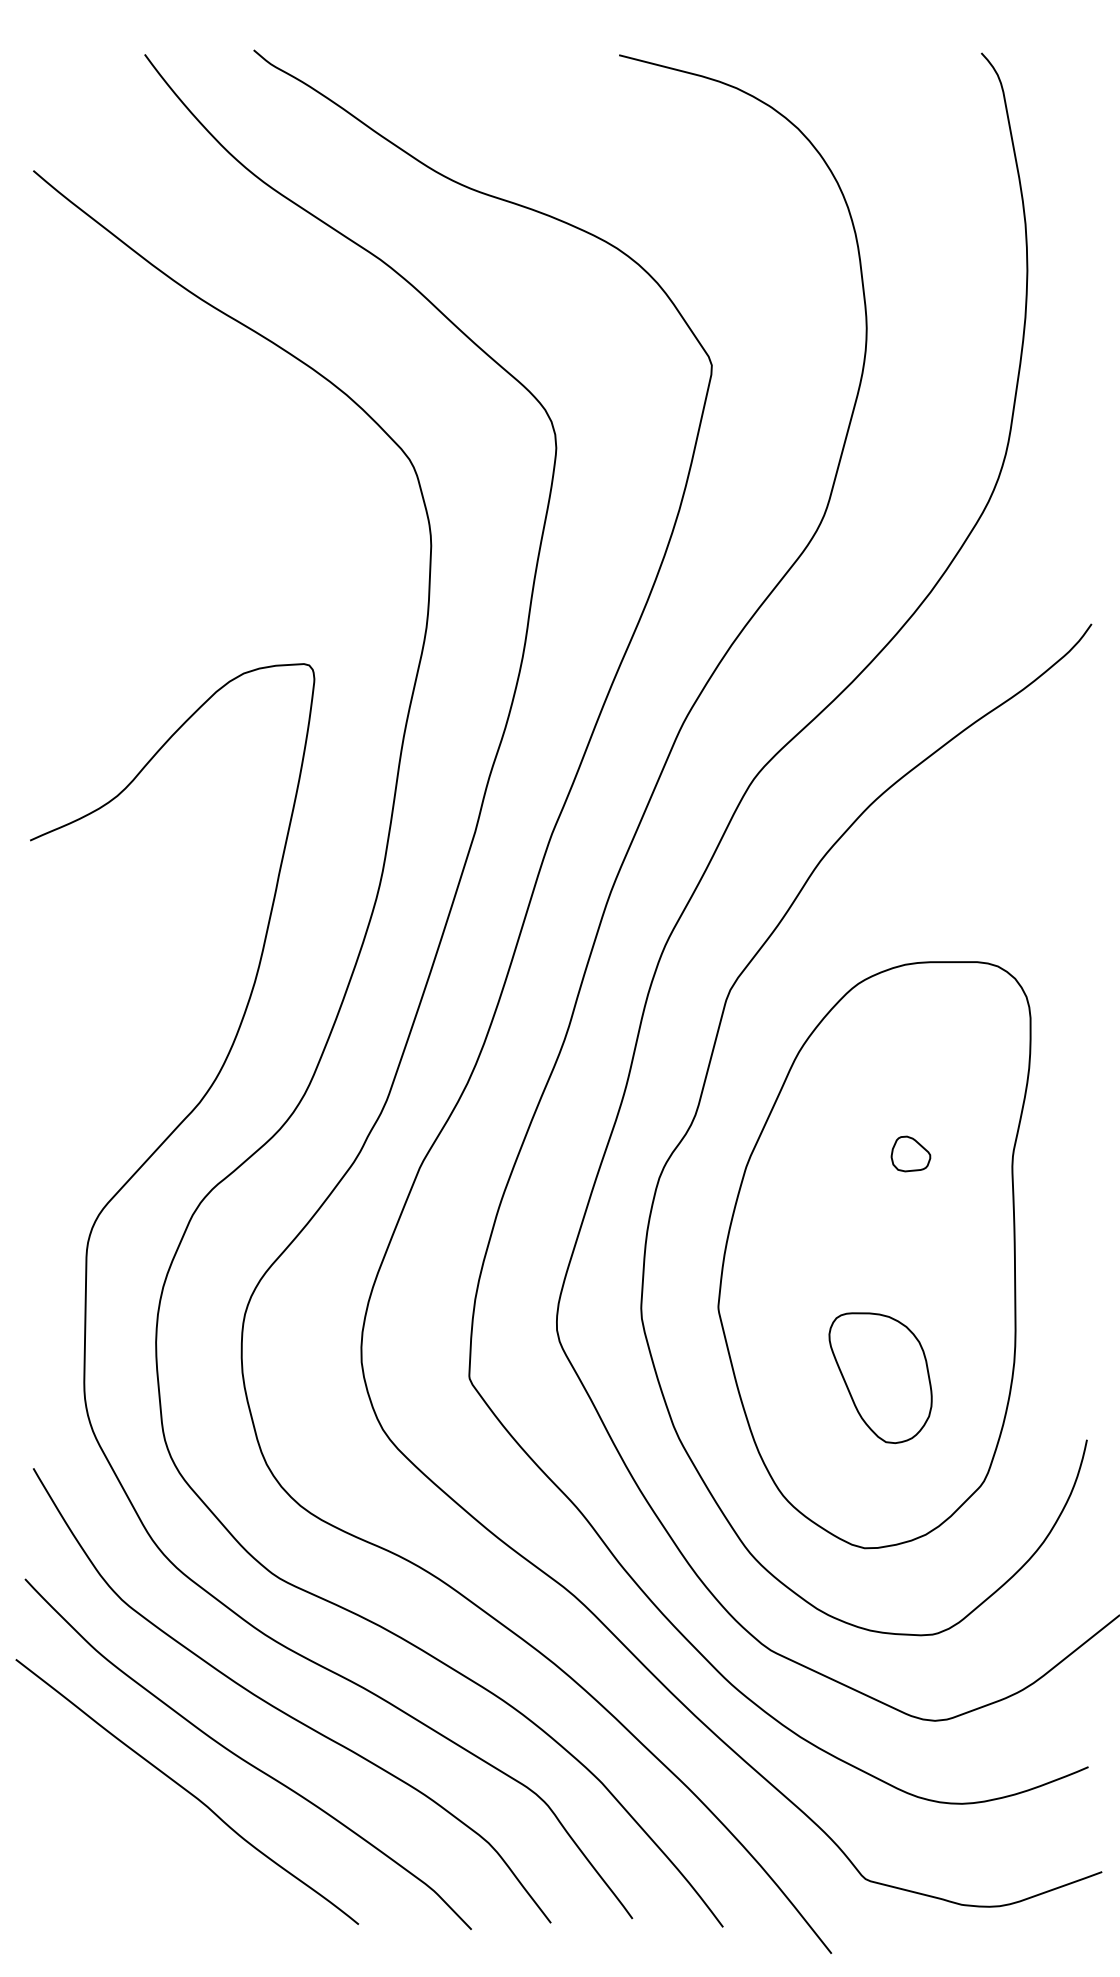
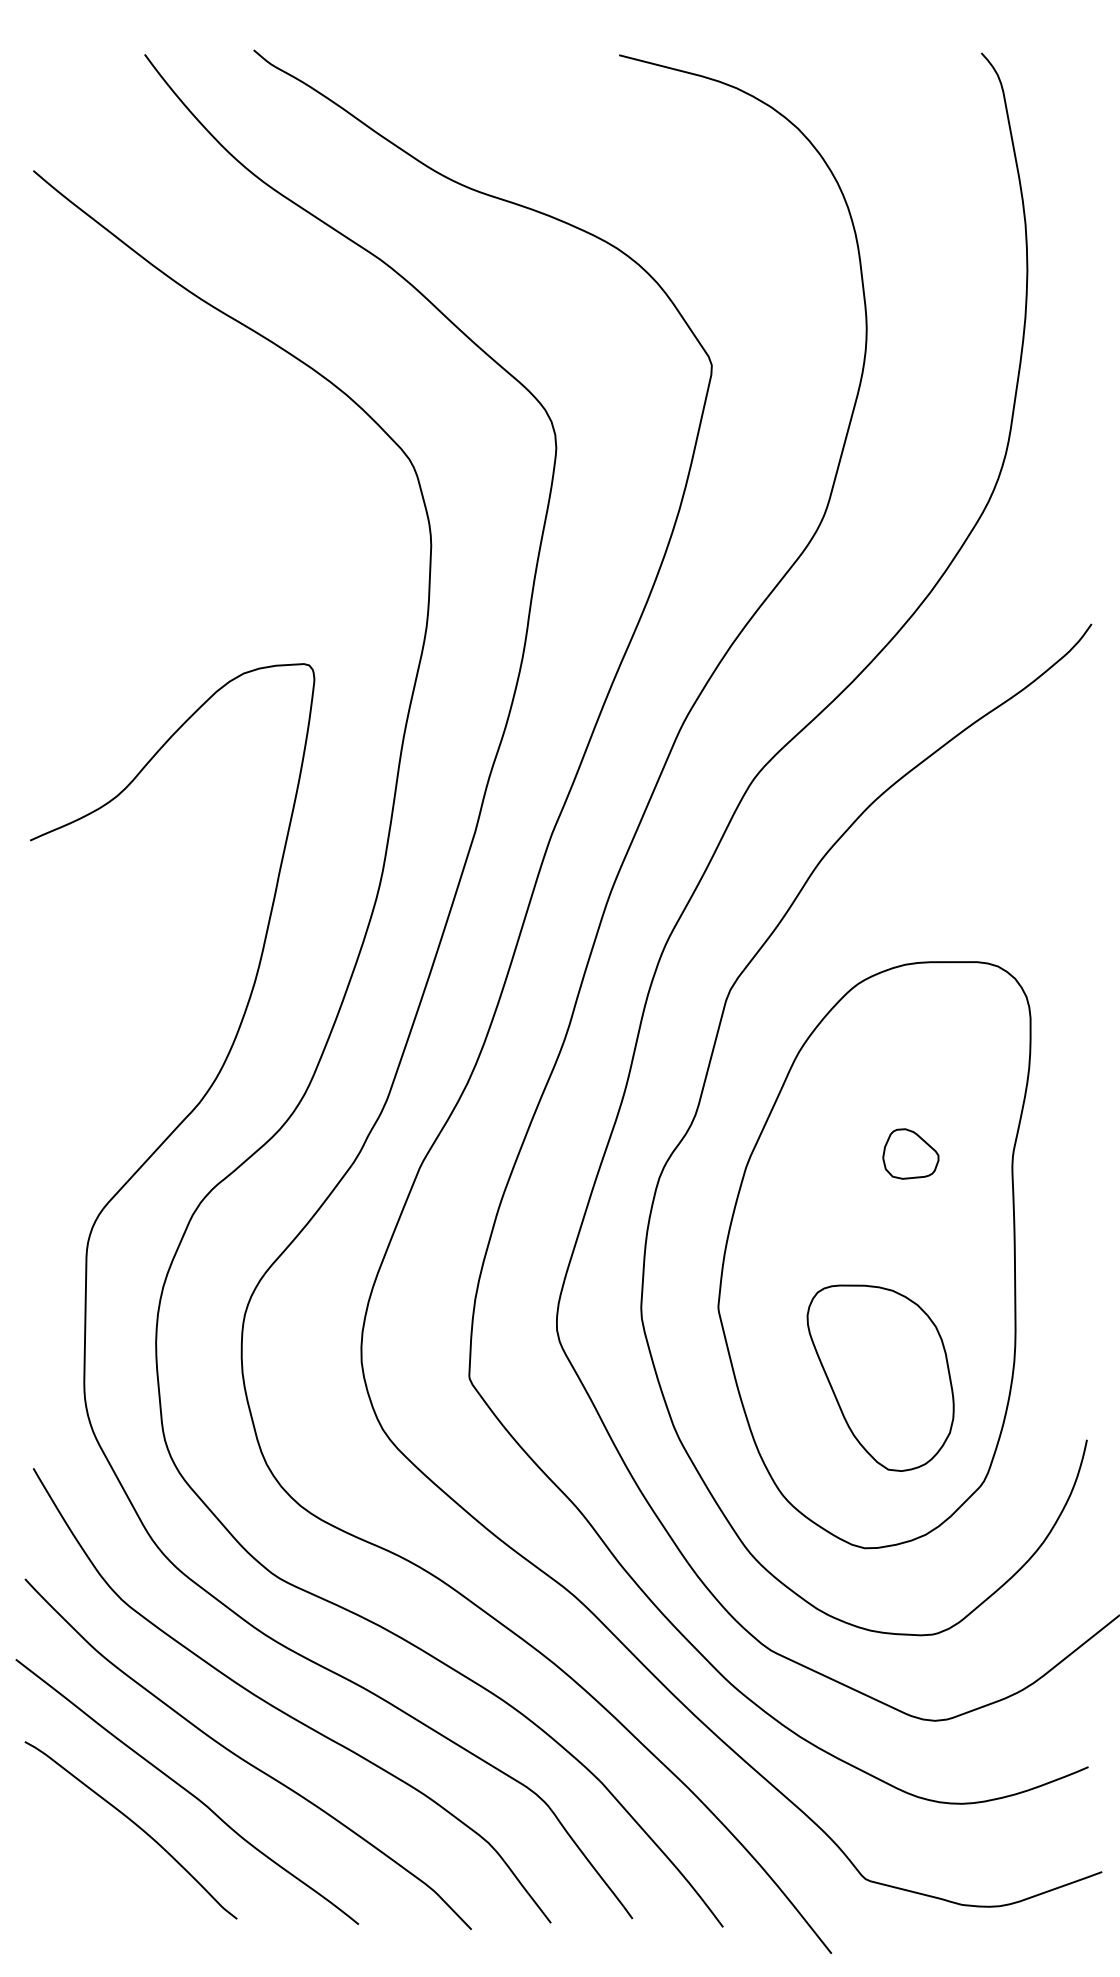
part at (910, 1153) size: 42x38 px -> 58x52 px
part at (880, 1377) size: 105x132 px -> 149x188 px
curve at (135, 1825): none -> present
